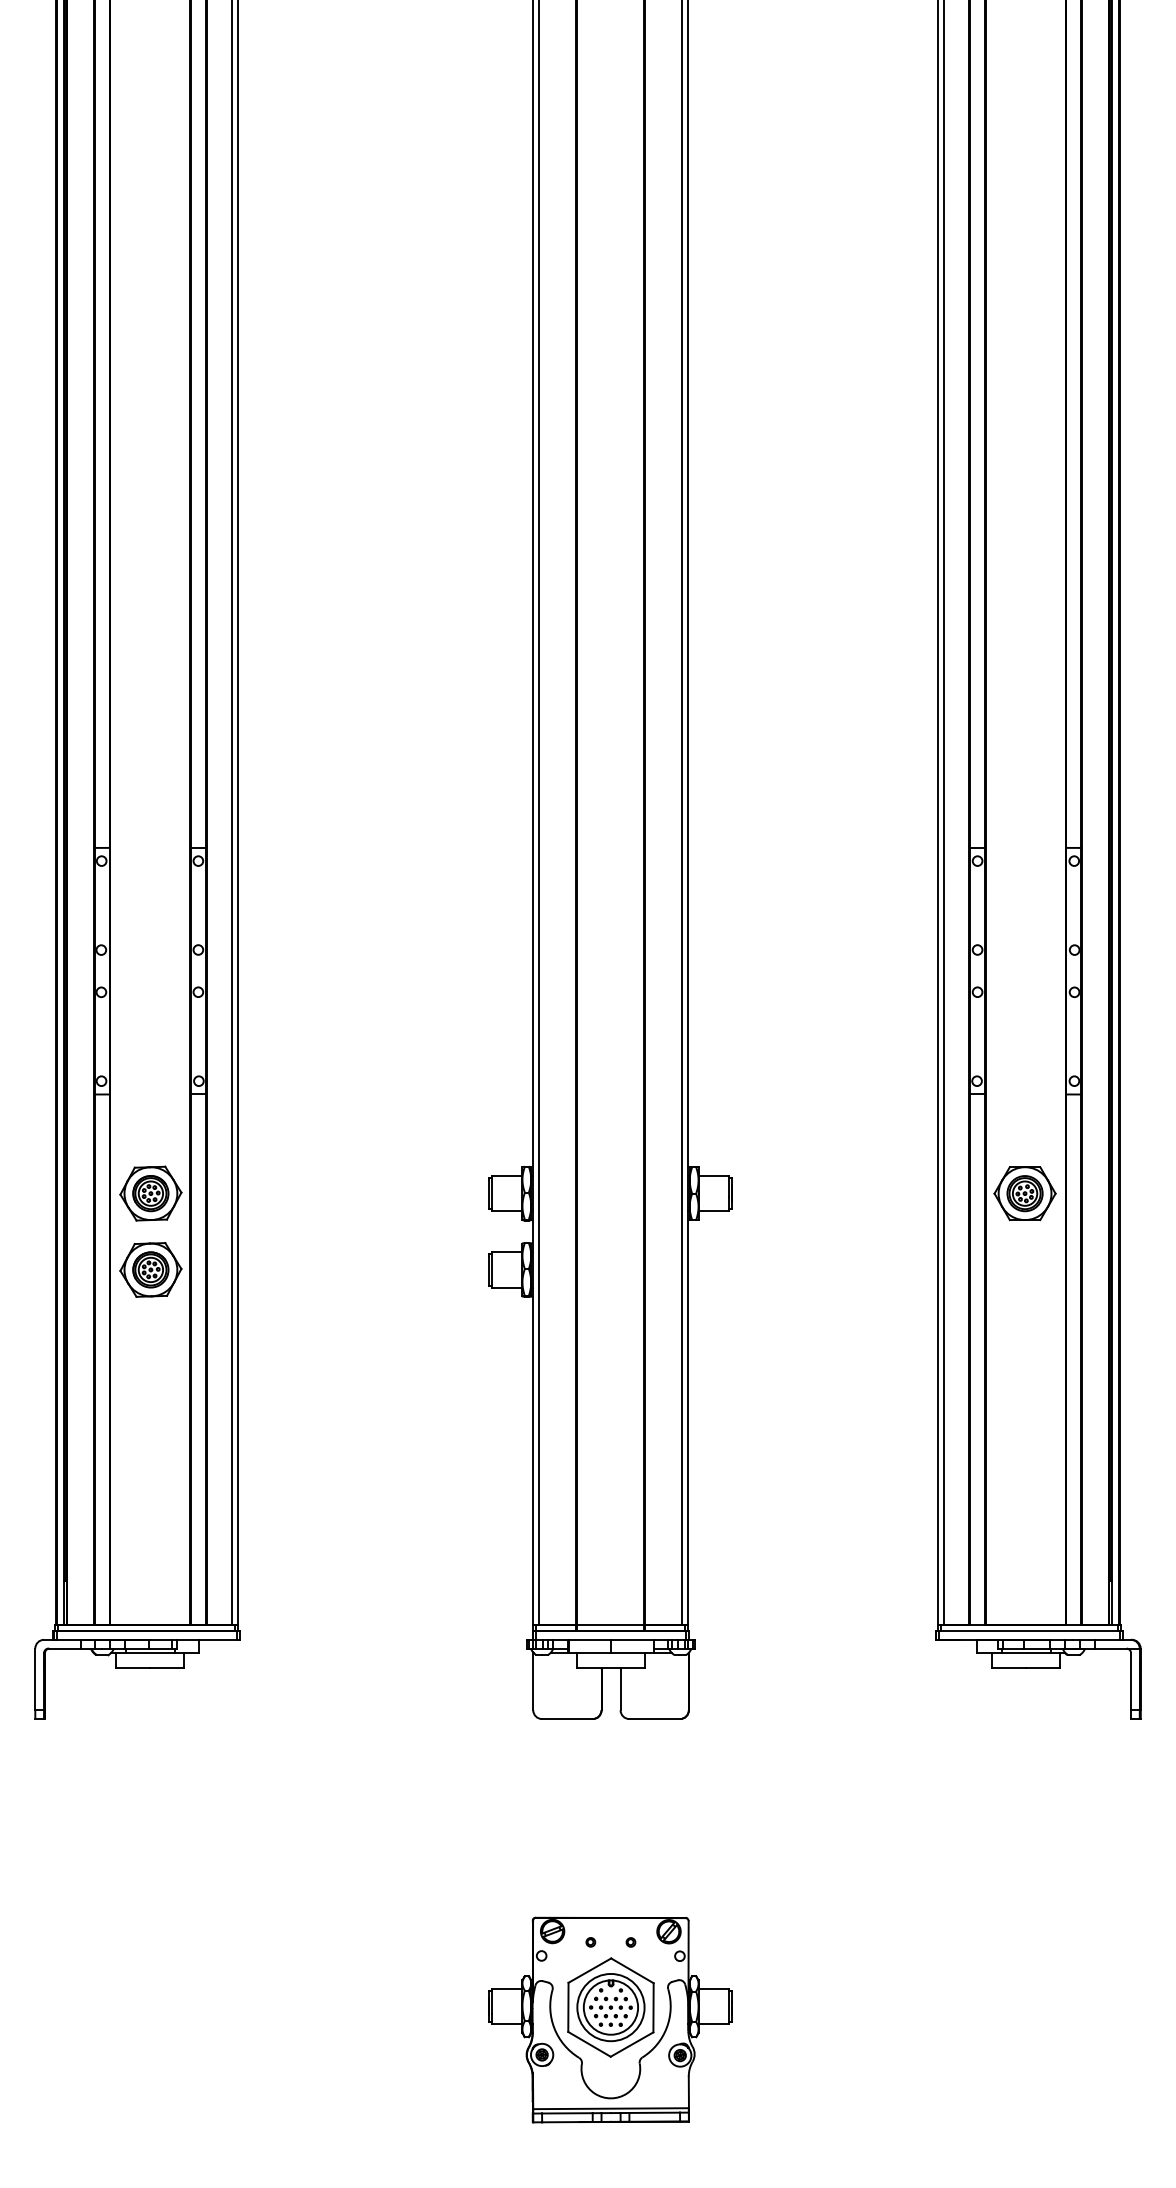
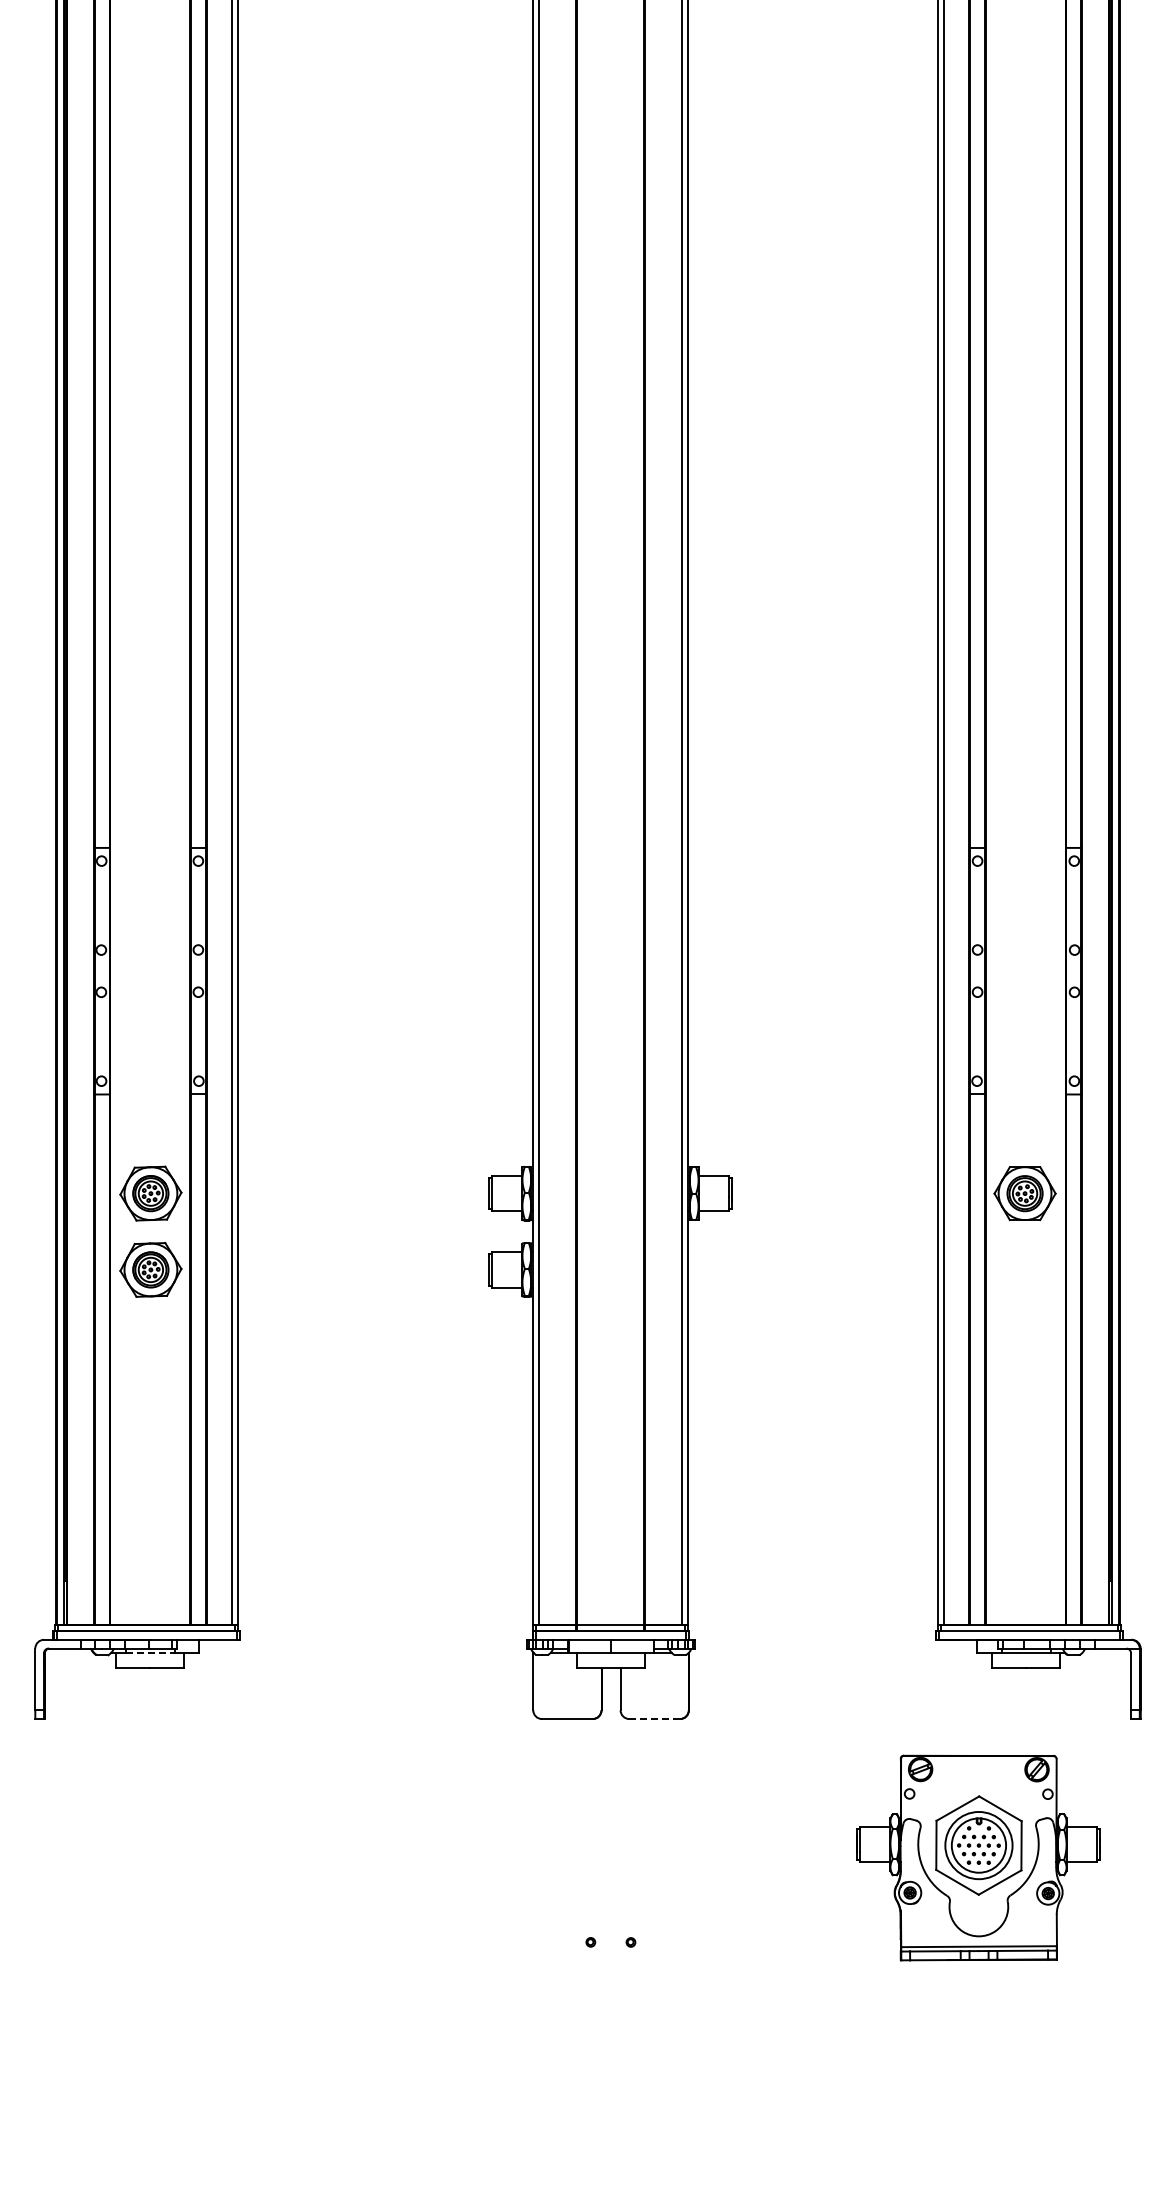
line at (150, 1653): solid -> dashed
line at (654, 1719): solid -> dashed
part at (610, 2019) position: (610, 2019) -> (978, 1857)
